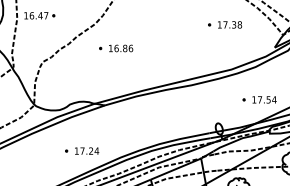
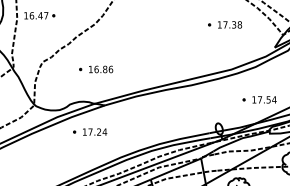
part at (116, 48) position: (116, 48) -> (96, 69)
part at (82, 150) position: (82, 150) -> (90, 131)
